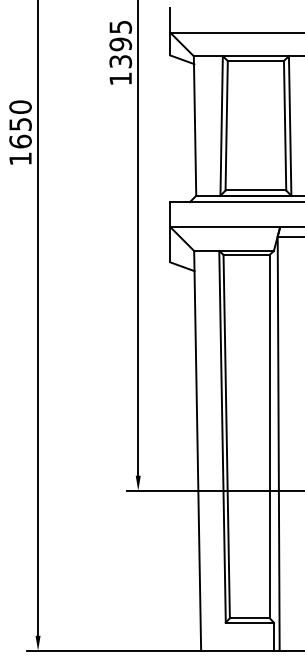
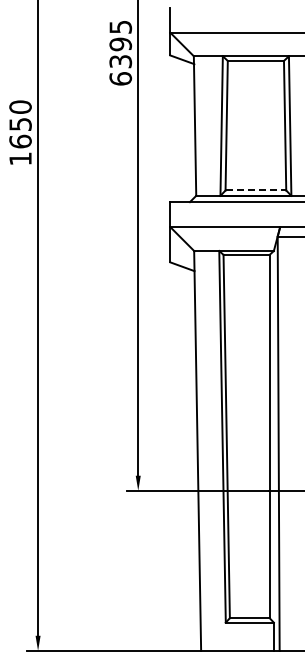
text at (120, 78): 1395 -> 6395
line at (256, 190): solid -> dashed
